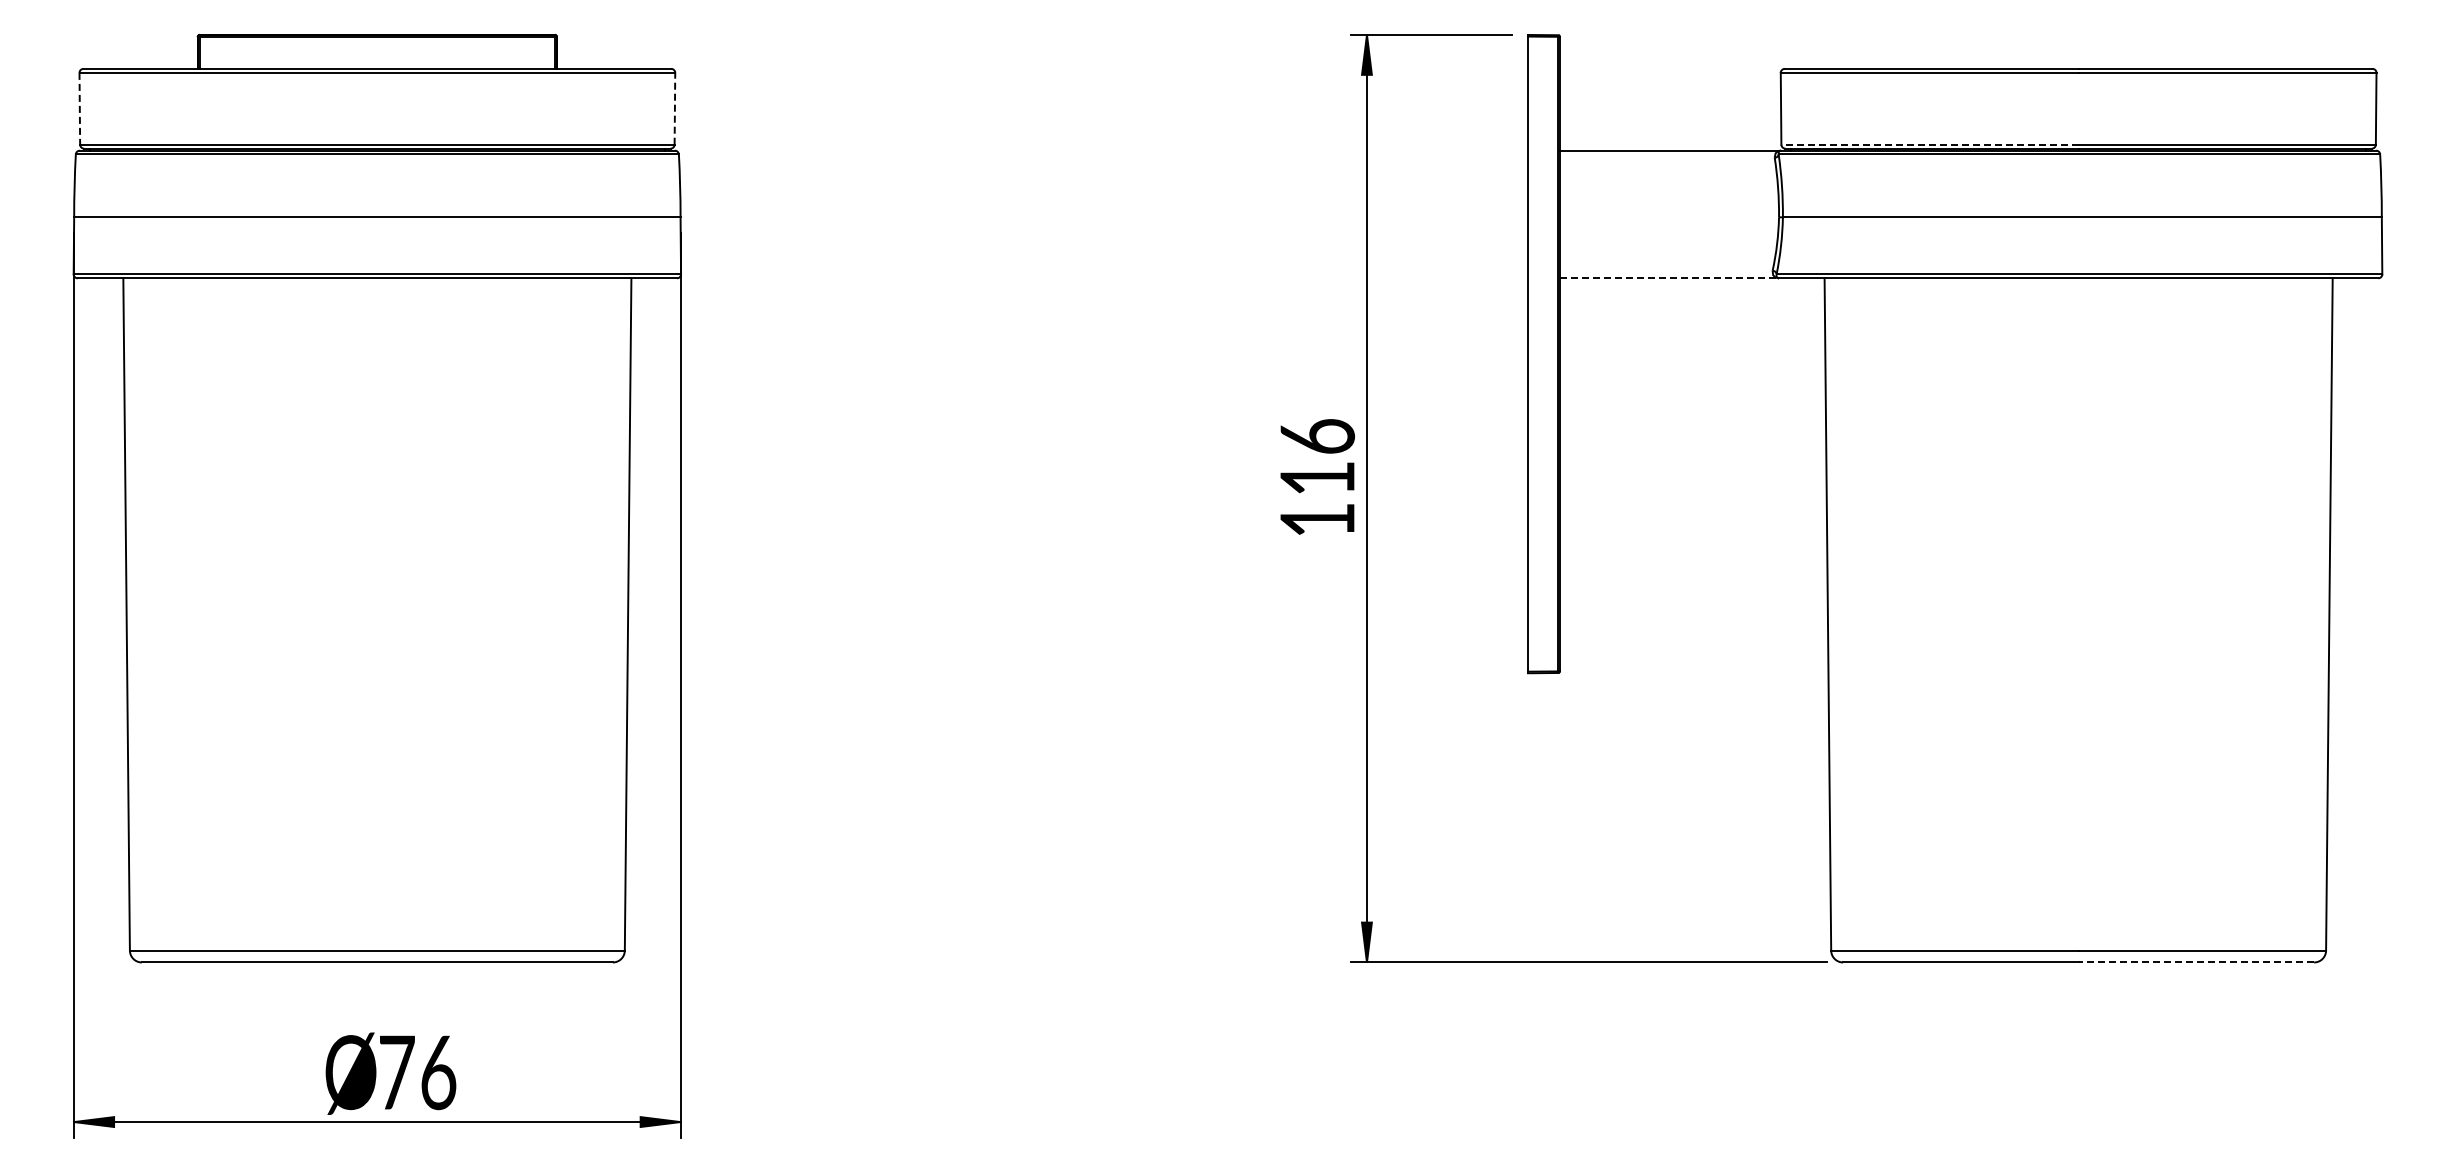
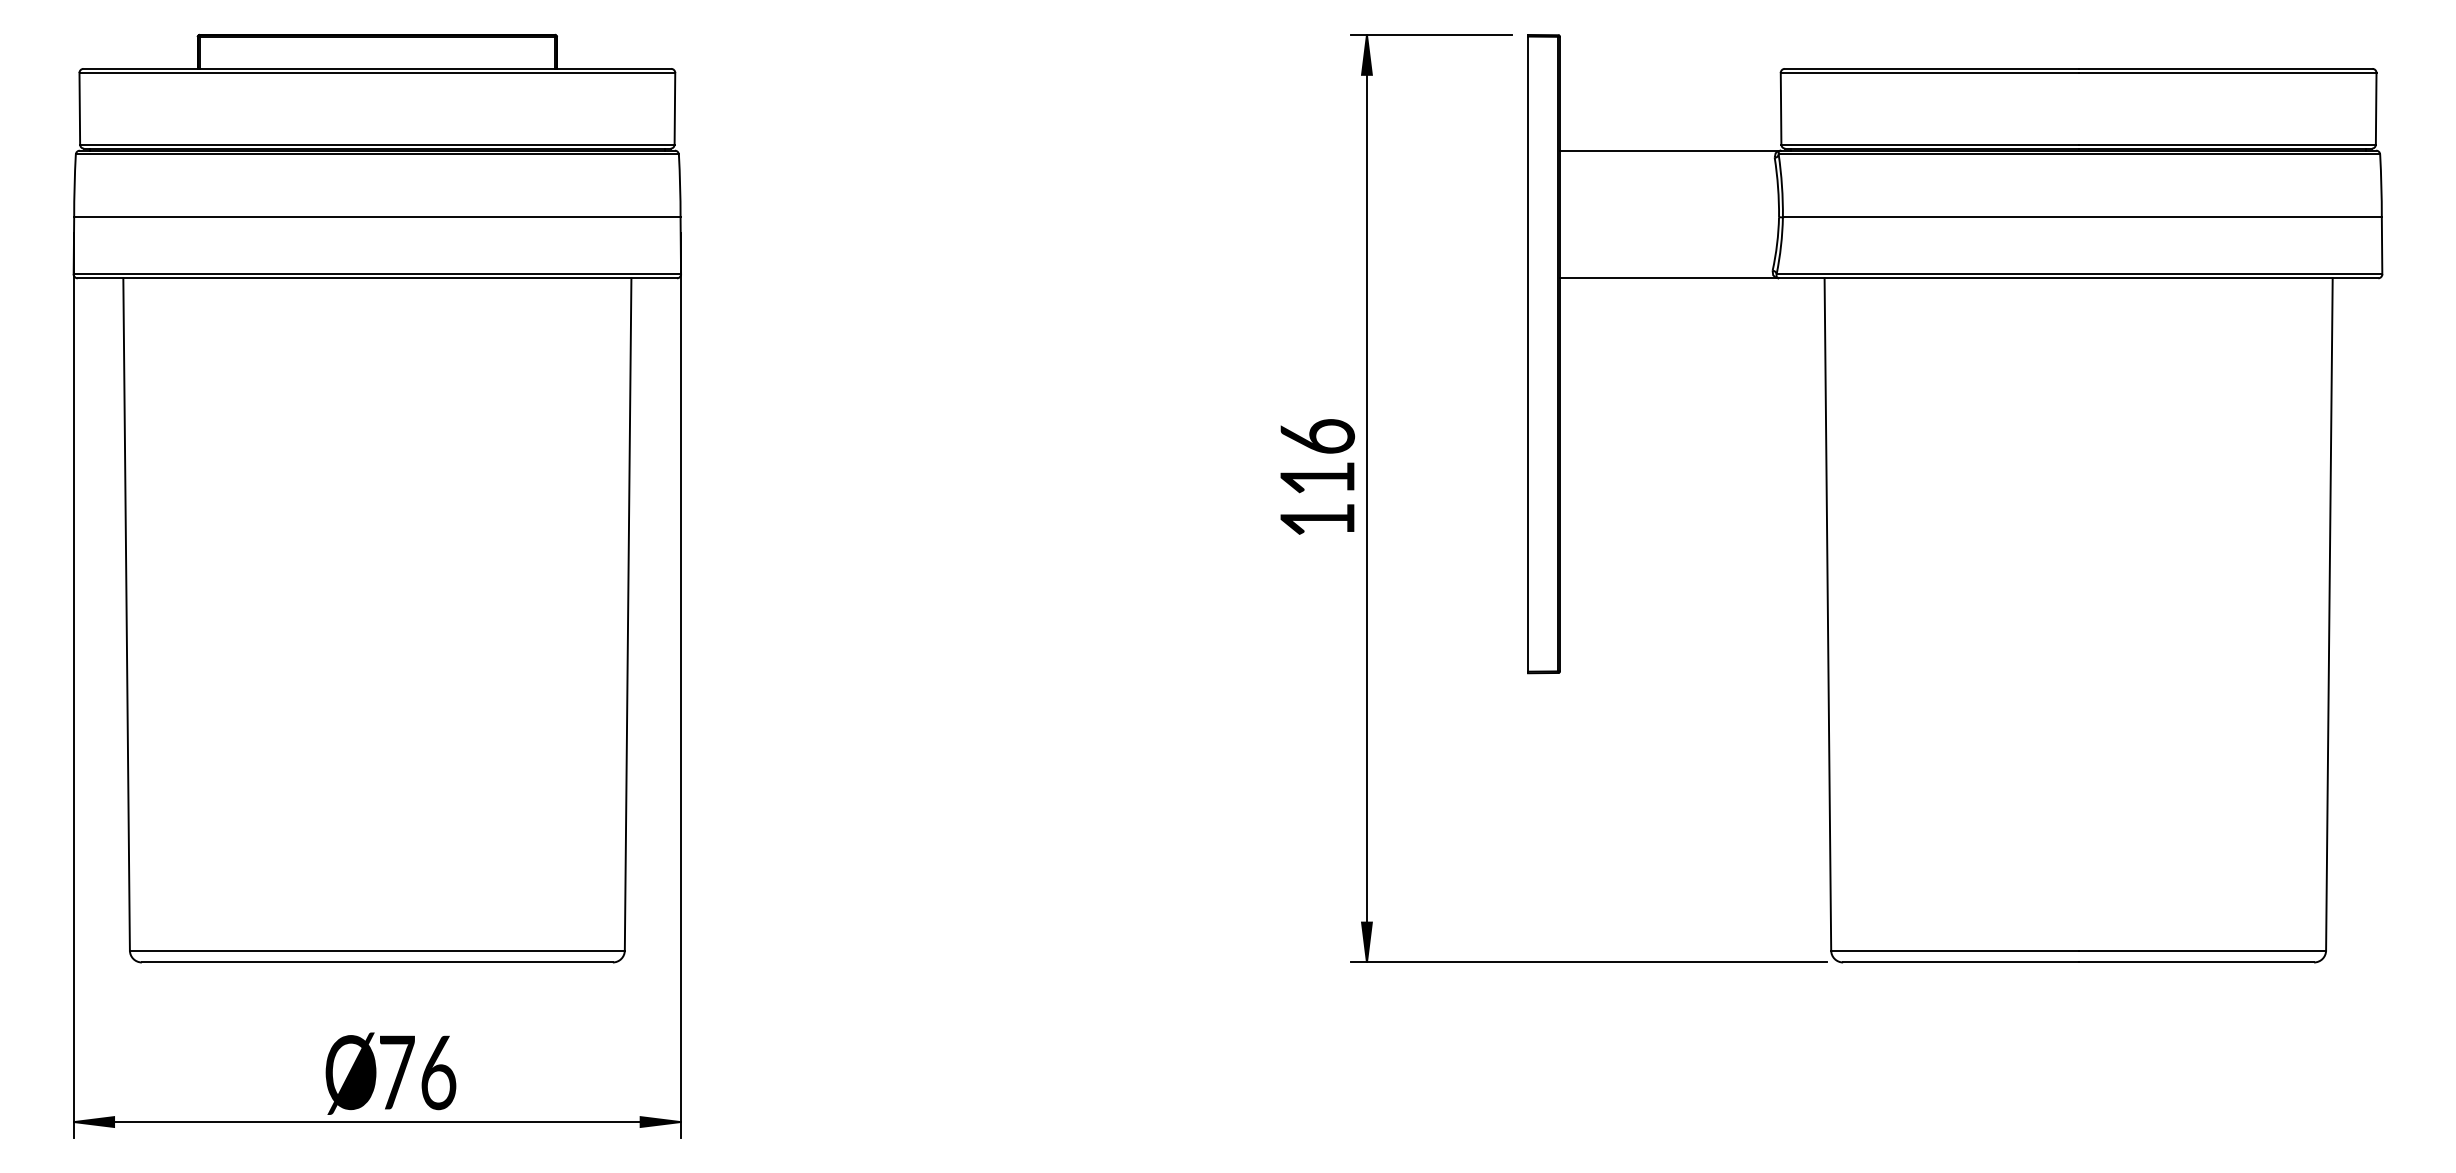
line at (79, 108): dashed -> solid
line at (674, 108): dashed -> solid
line at (1930, 144): dashed -> solid
line at (1669, 278): dashed -> solid
line at (2196, 962): dashed -> solid
